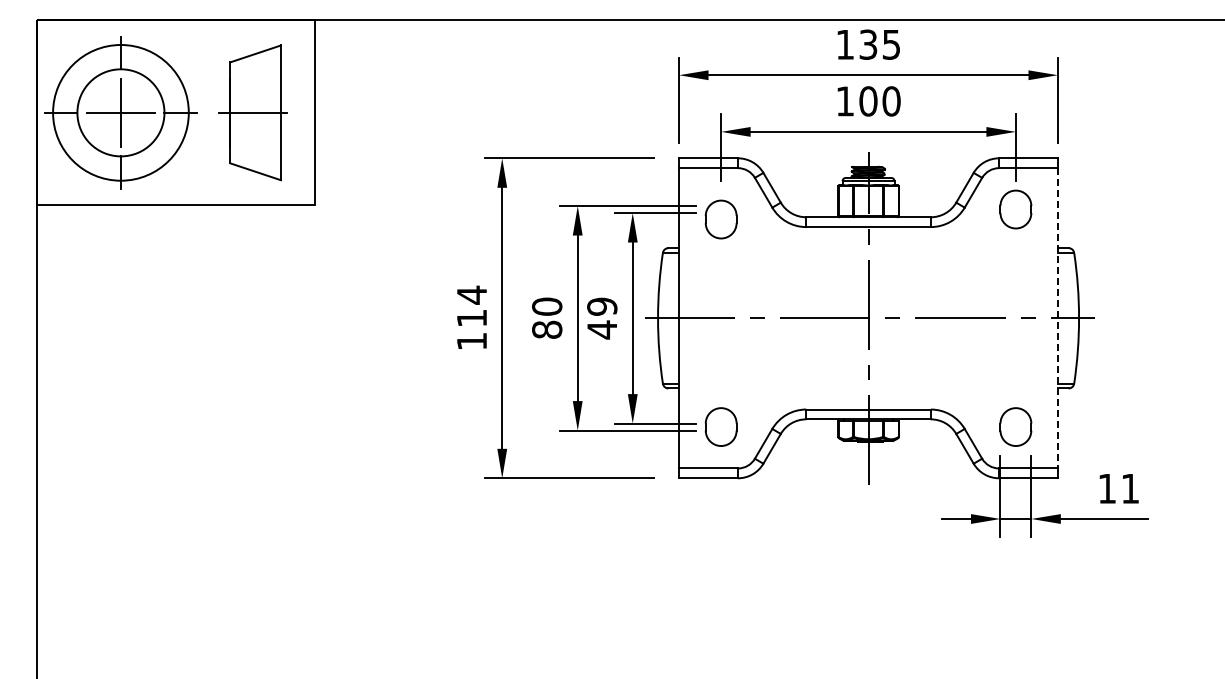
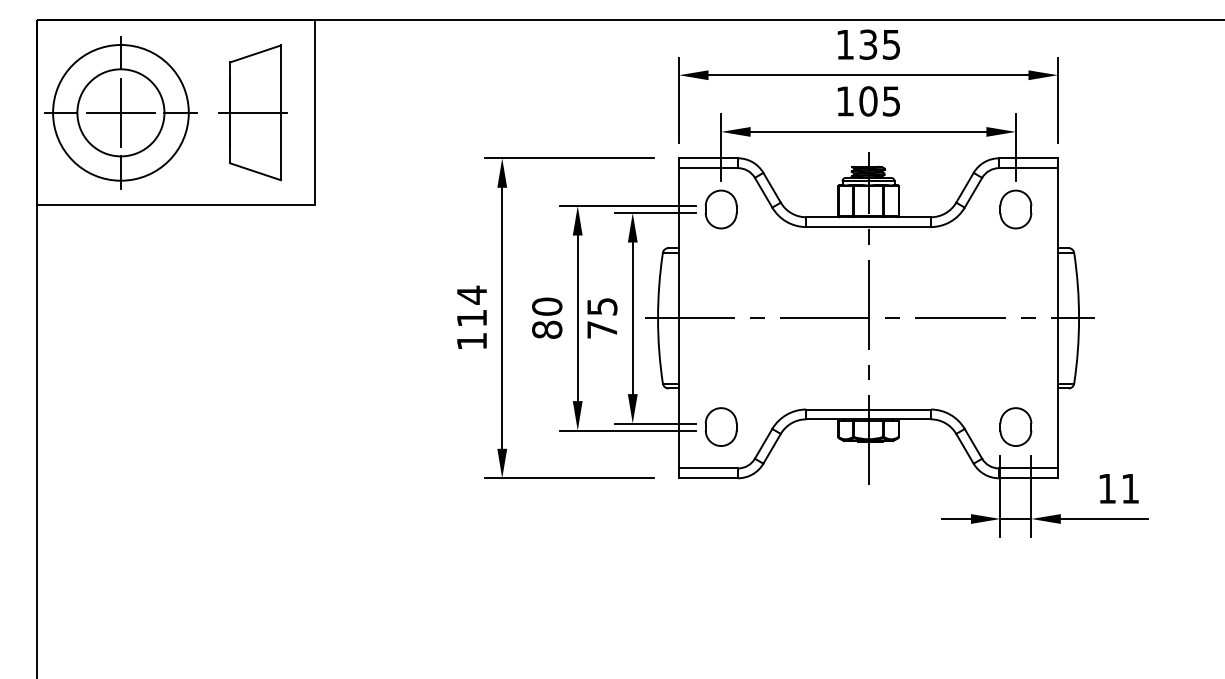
text at (891, 101): 100 -> 105
part at (720, 219) position: (720, 219) -> (720, 209)
text at (602, 318): 49 -> 75
line at (1058, 318): dashed -> solid
